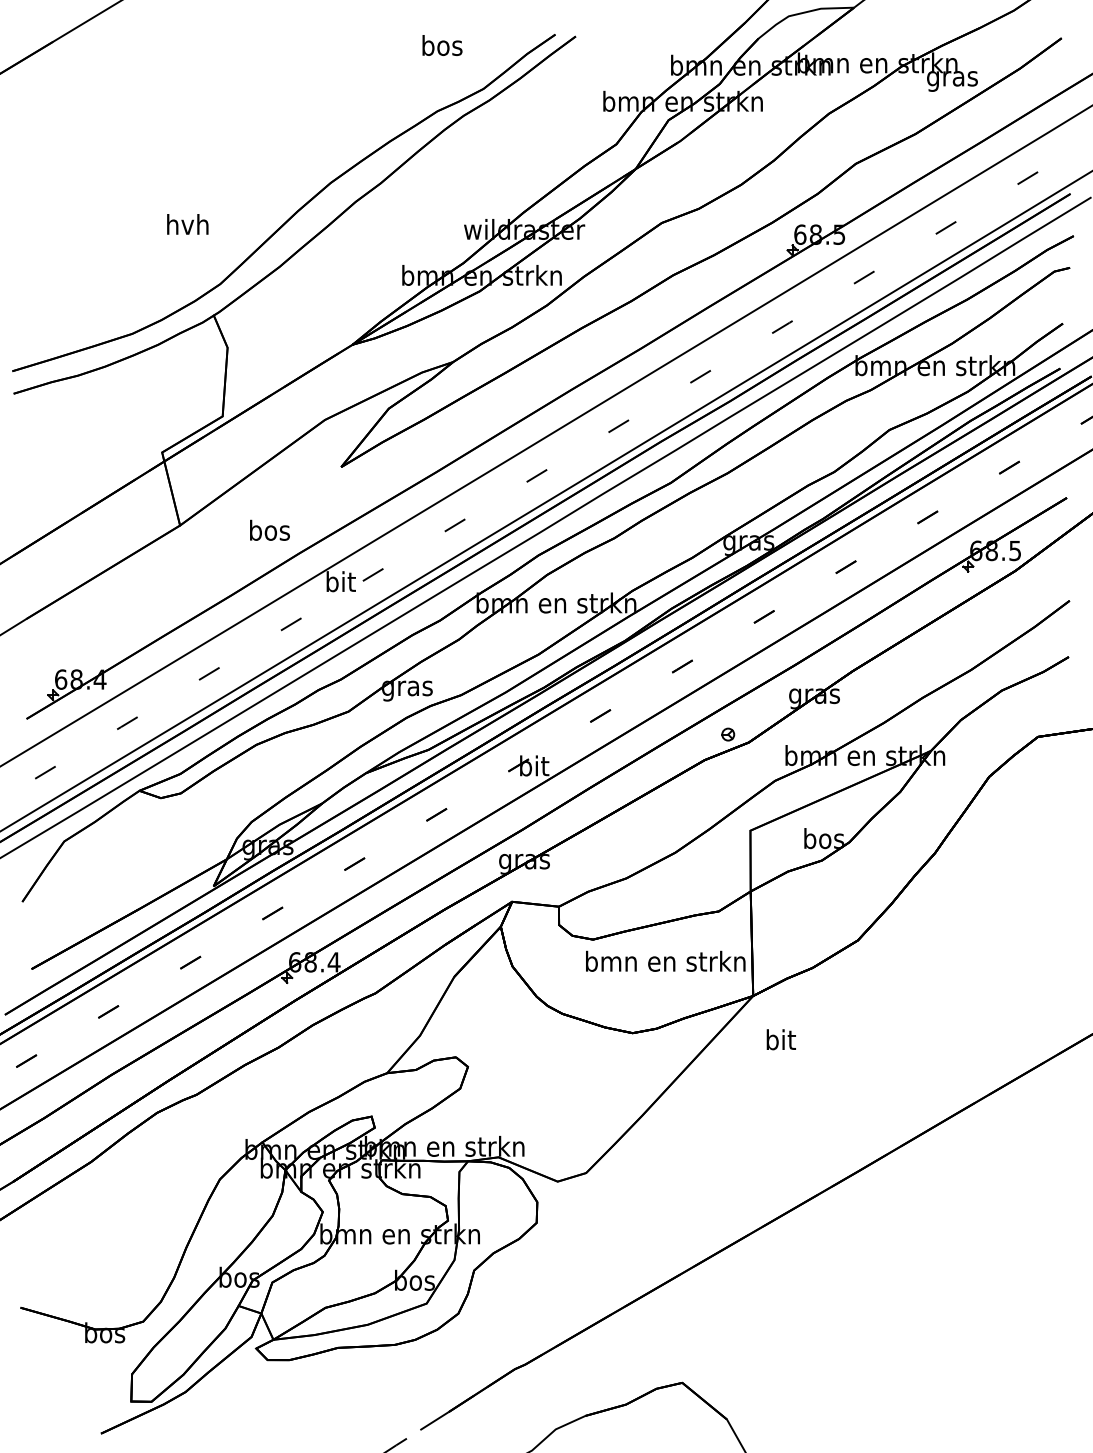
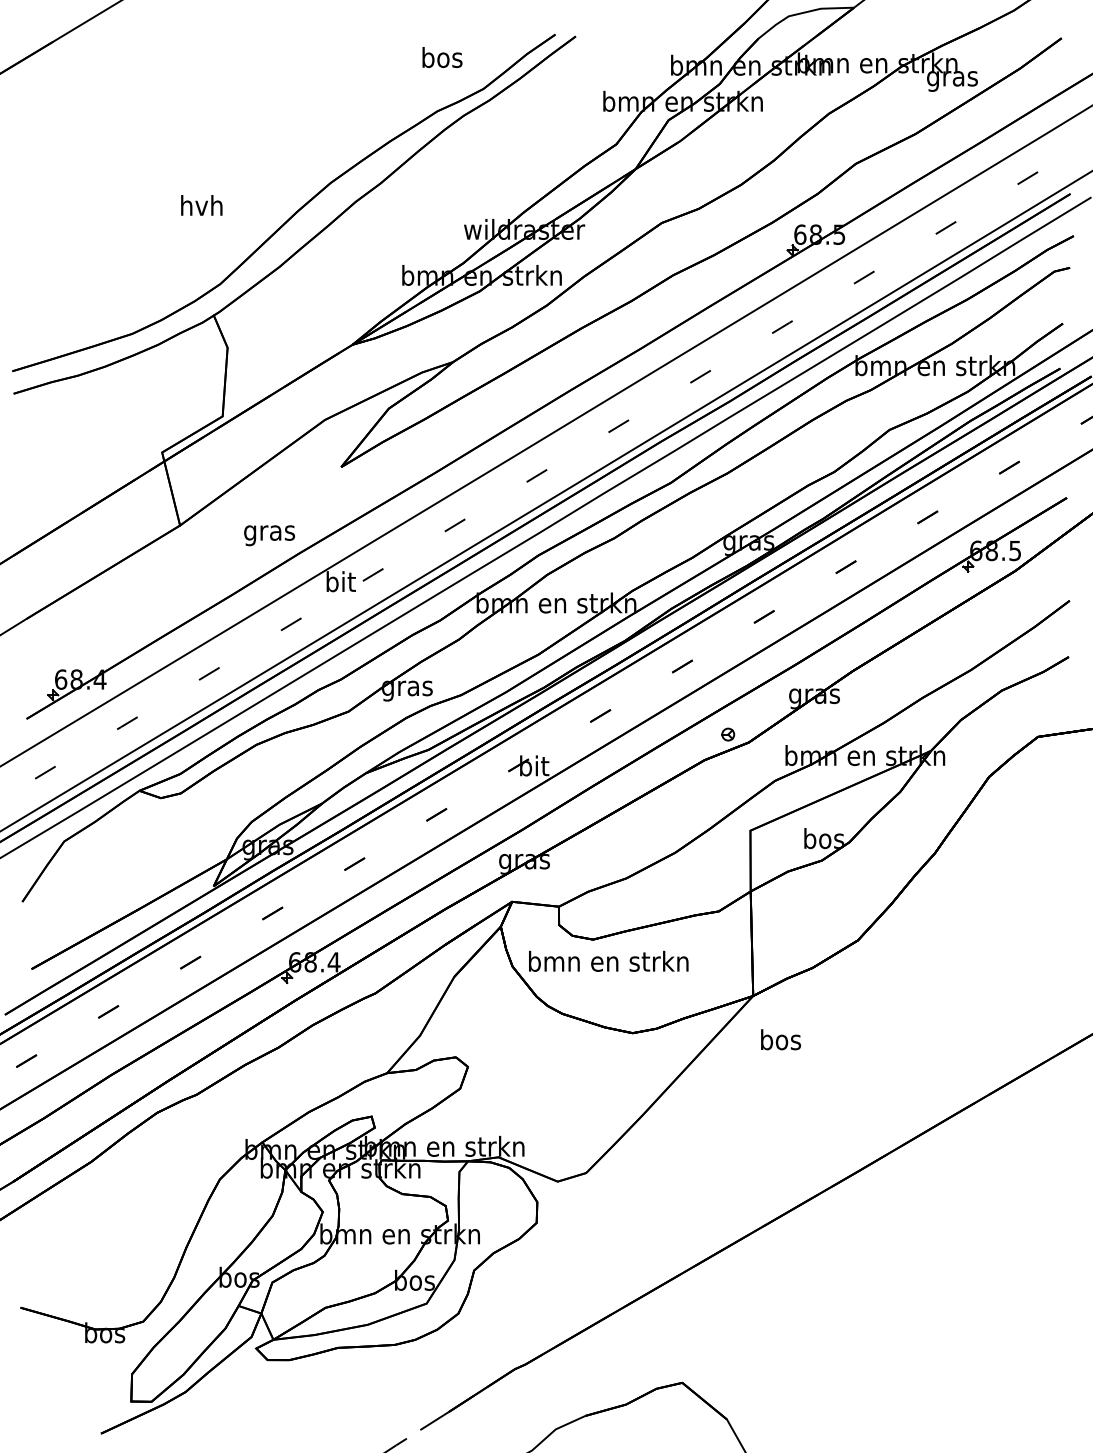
text at (442, 45) position: (442, 45) -> (442, 57)
text at (187, 224) position: (187, 224) -> (201, 205)
text at (269, 532): bos -> gras
text at (665, 960) position: (665, 960) -> (608, 960)
text at (781, 1039): bit -> bos
